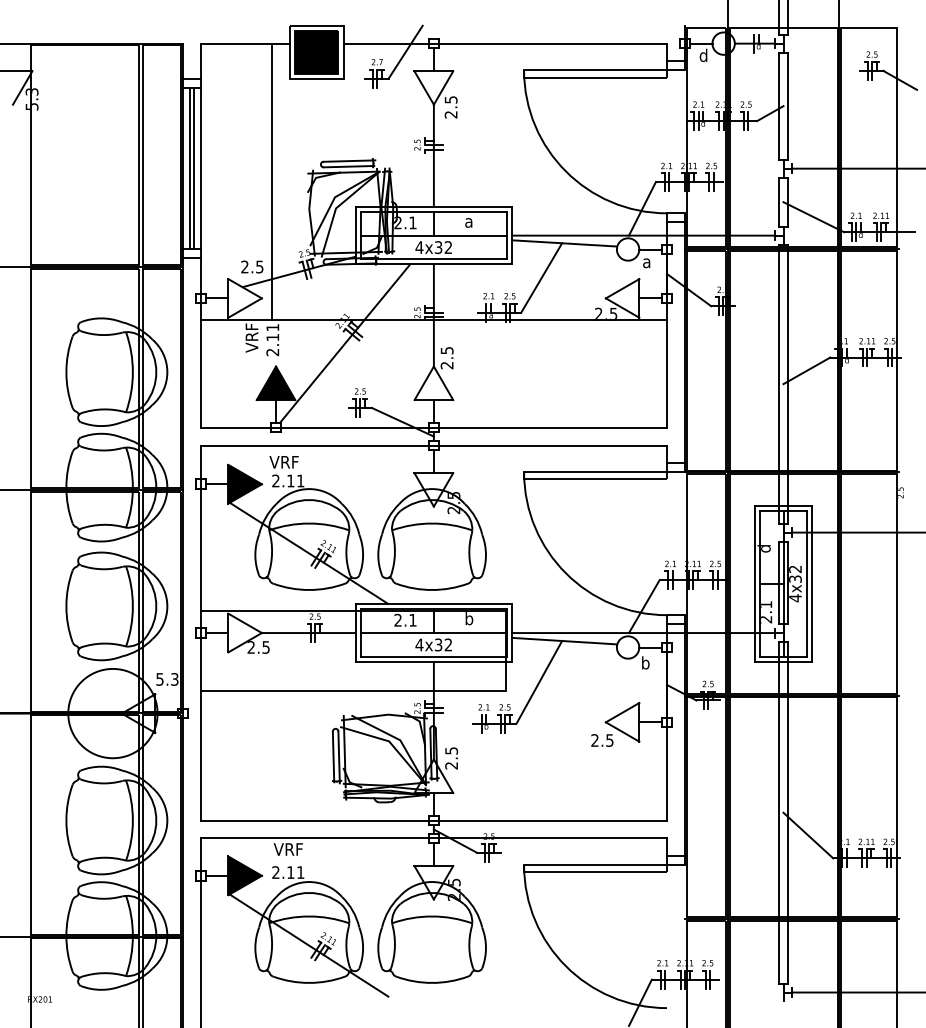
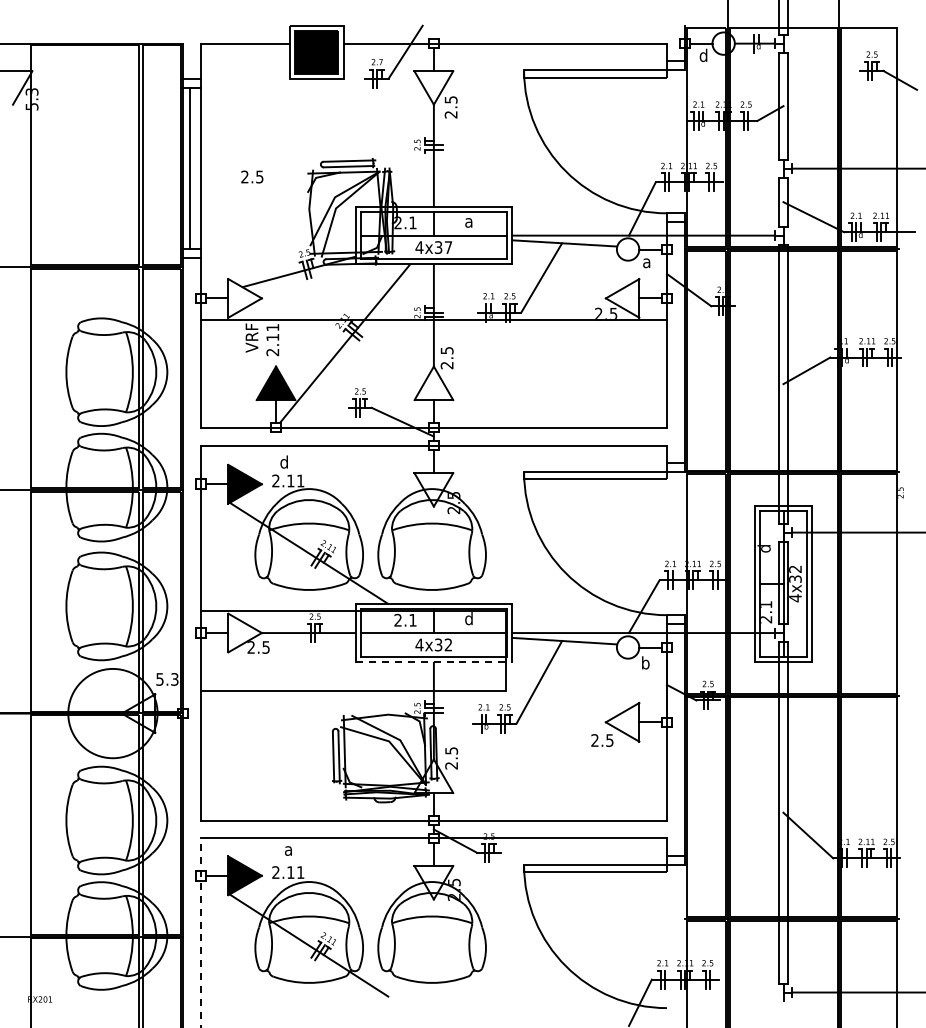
line at (193, 168): present -> none
line at (272, 181): present -> none
text at (448, 247): 4x32 -> 4x37
text at (252, 266) position: (252, 266) -> (252, 176)
text at (283, 461): VRF -> d
text at (469, 618): b -> d
line at (434, 661): solid -> dashed
text at (287, 849): VRF -> a
line at (200, 933): solid -> dashed
